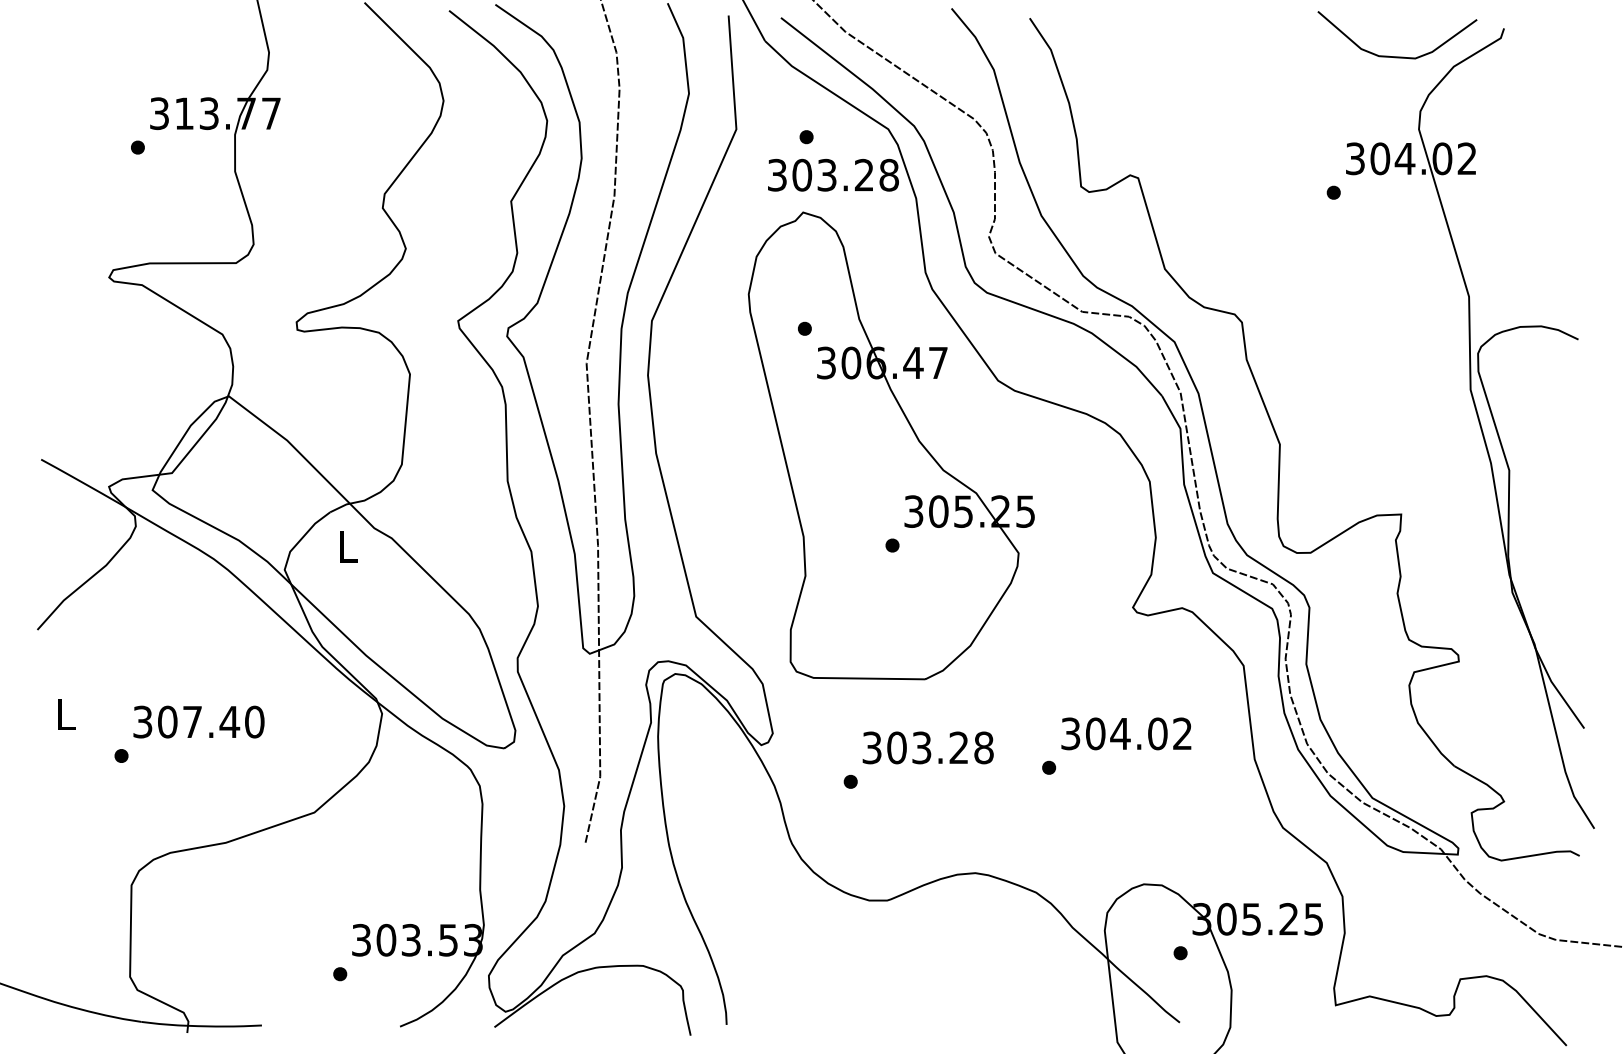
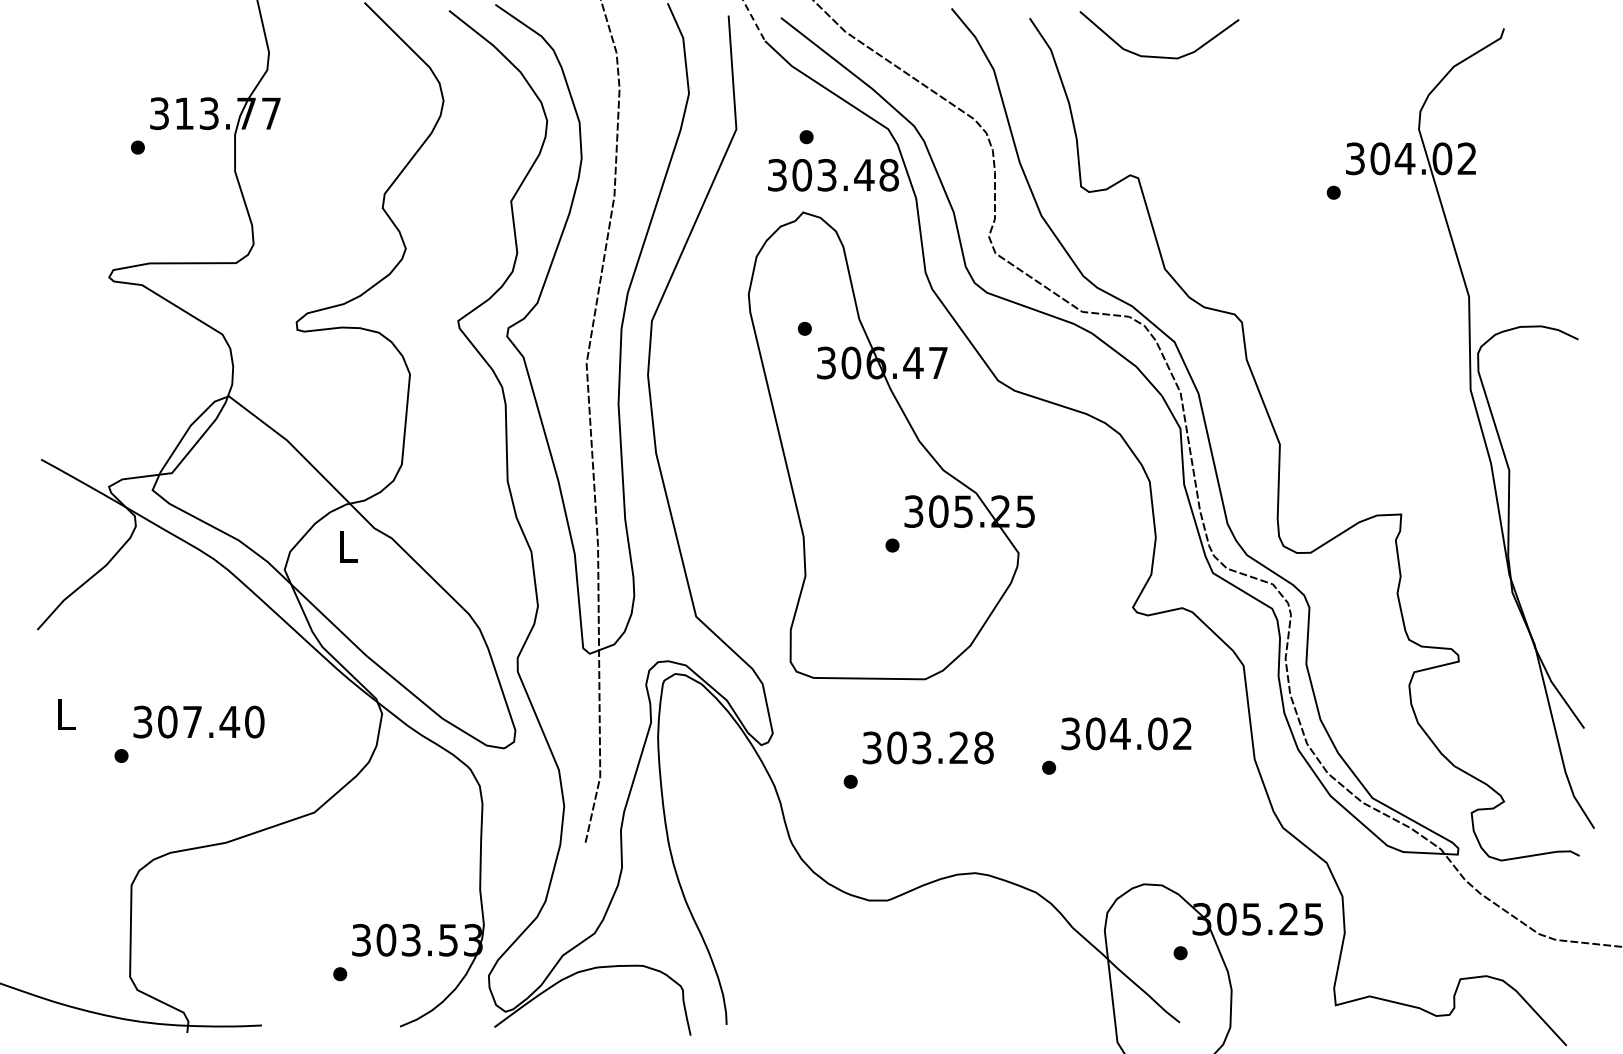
line at (754, 20): solid -> dashed
curve at (1397, 56) position: (1397, 56) -> (1159, 56)
text at (864, 174): 303.28 -> 303.48
